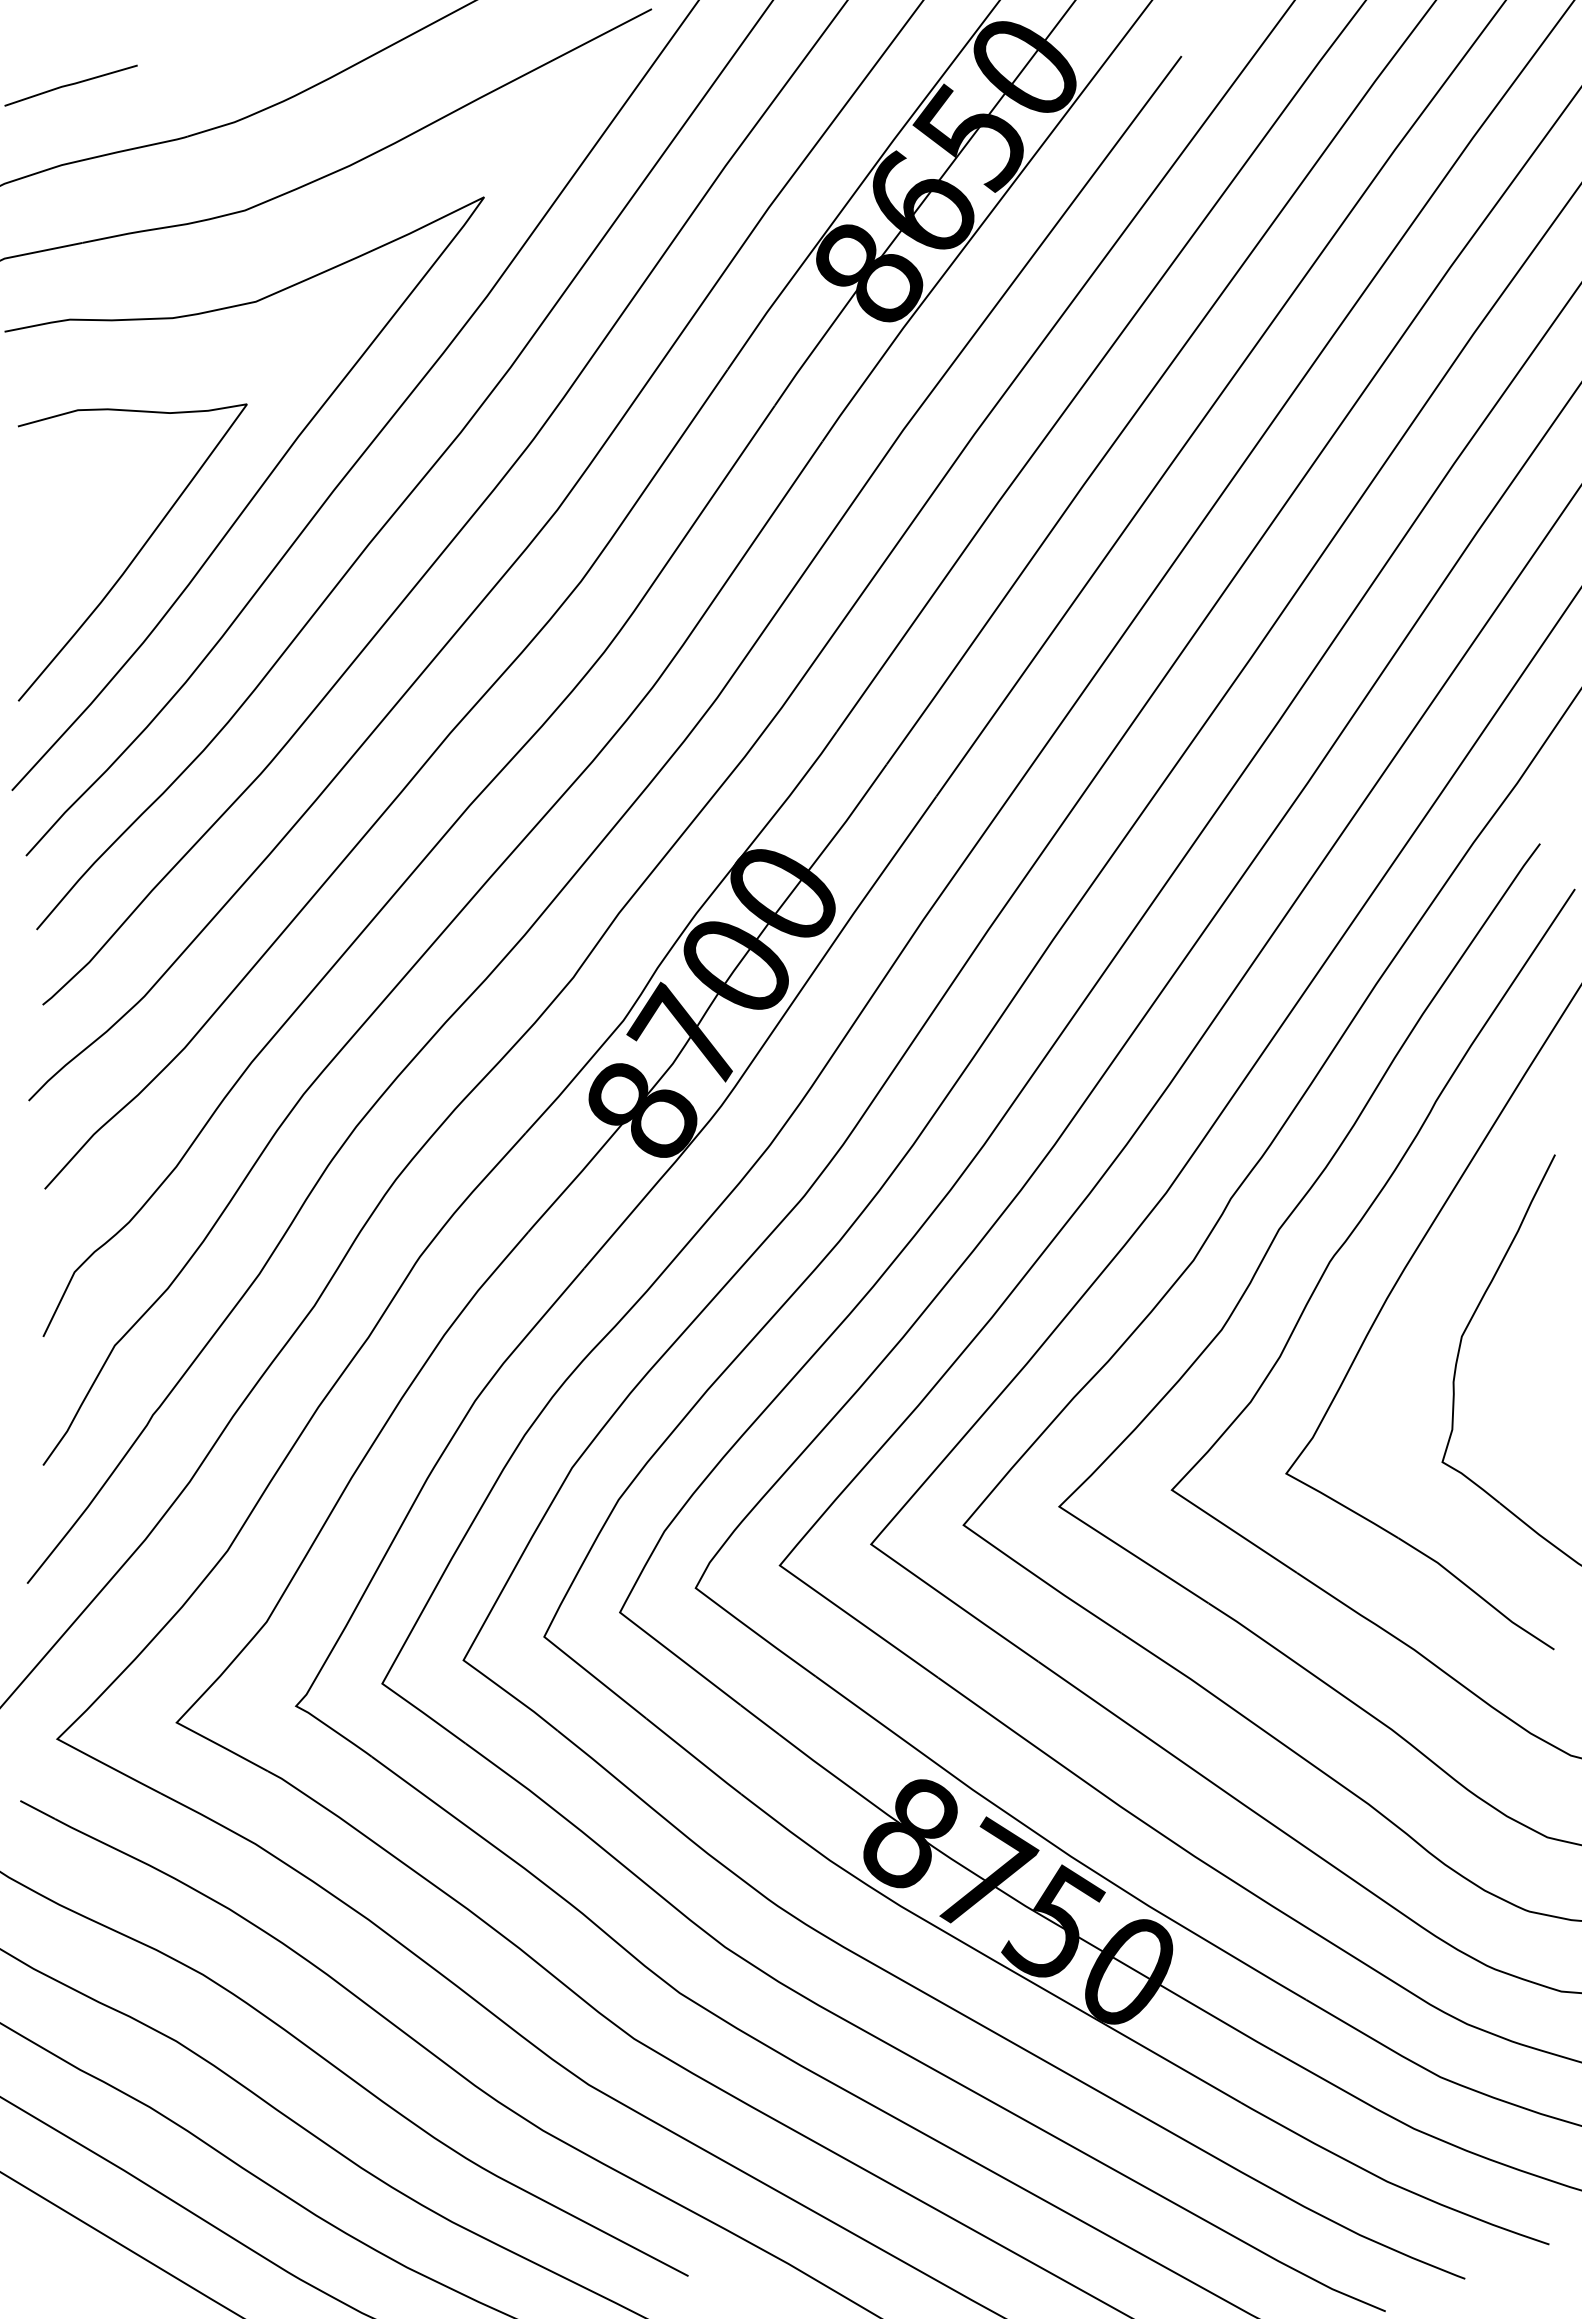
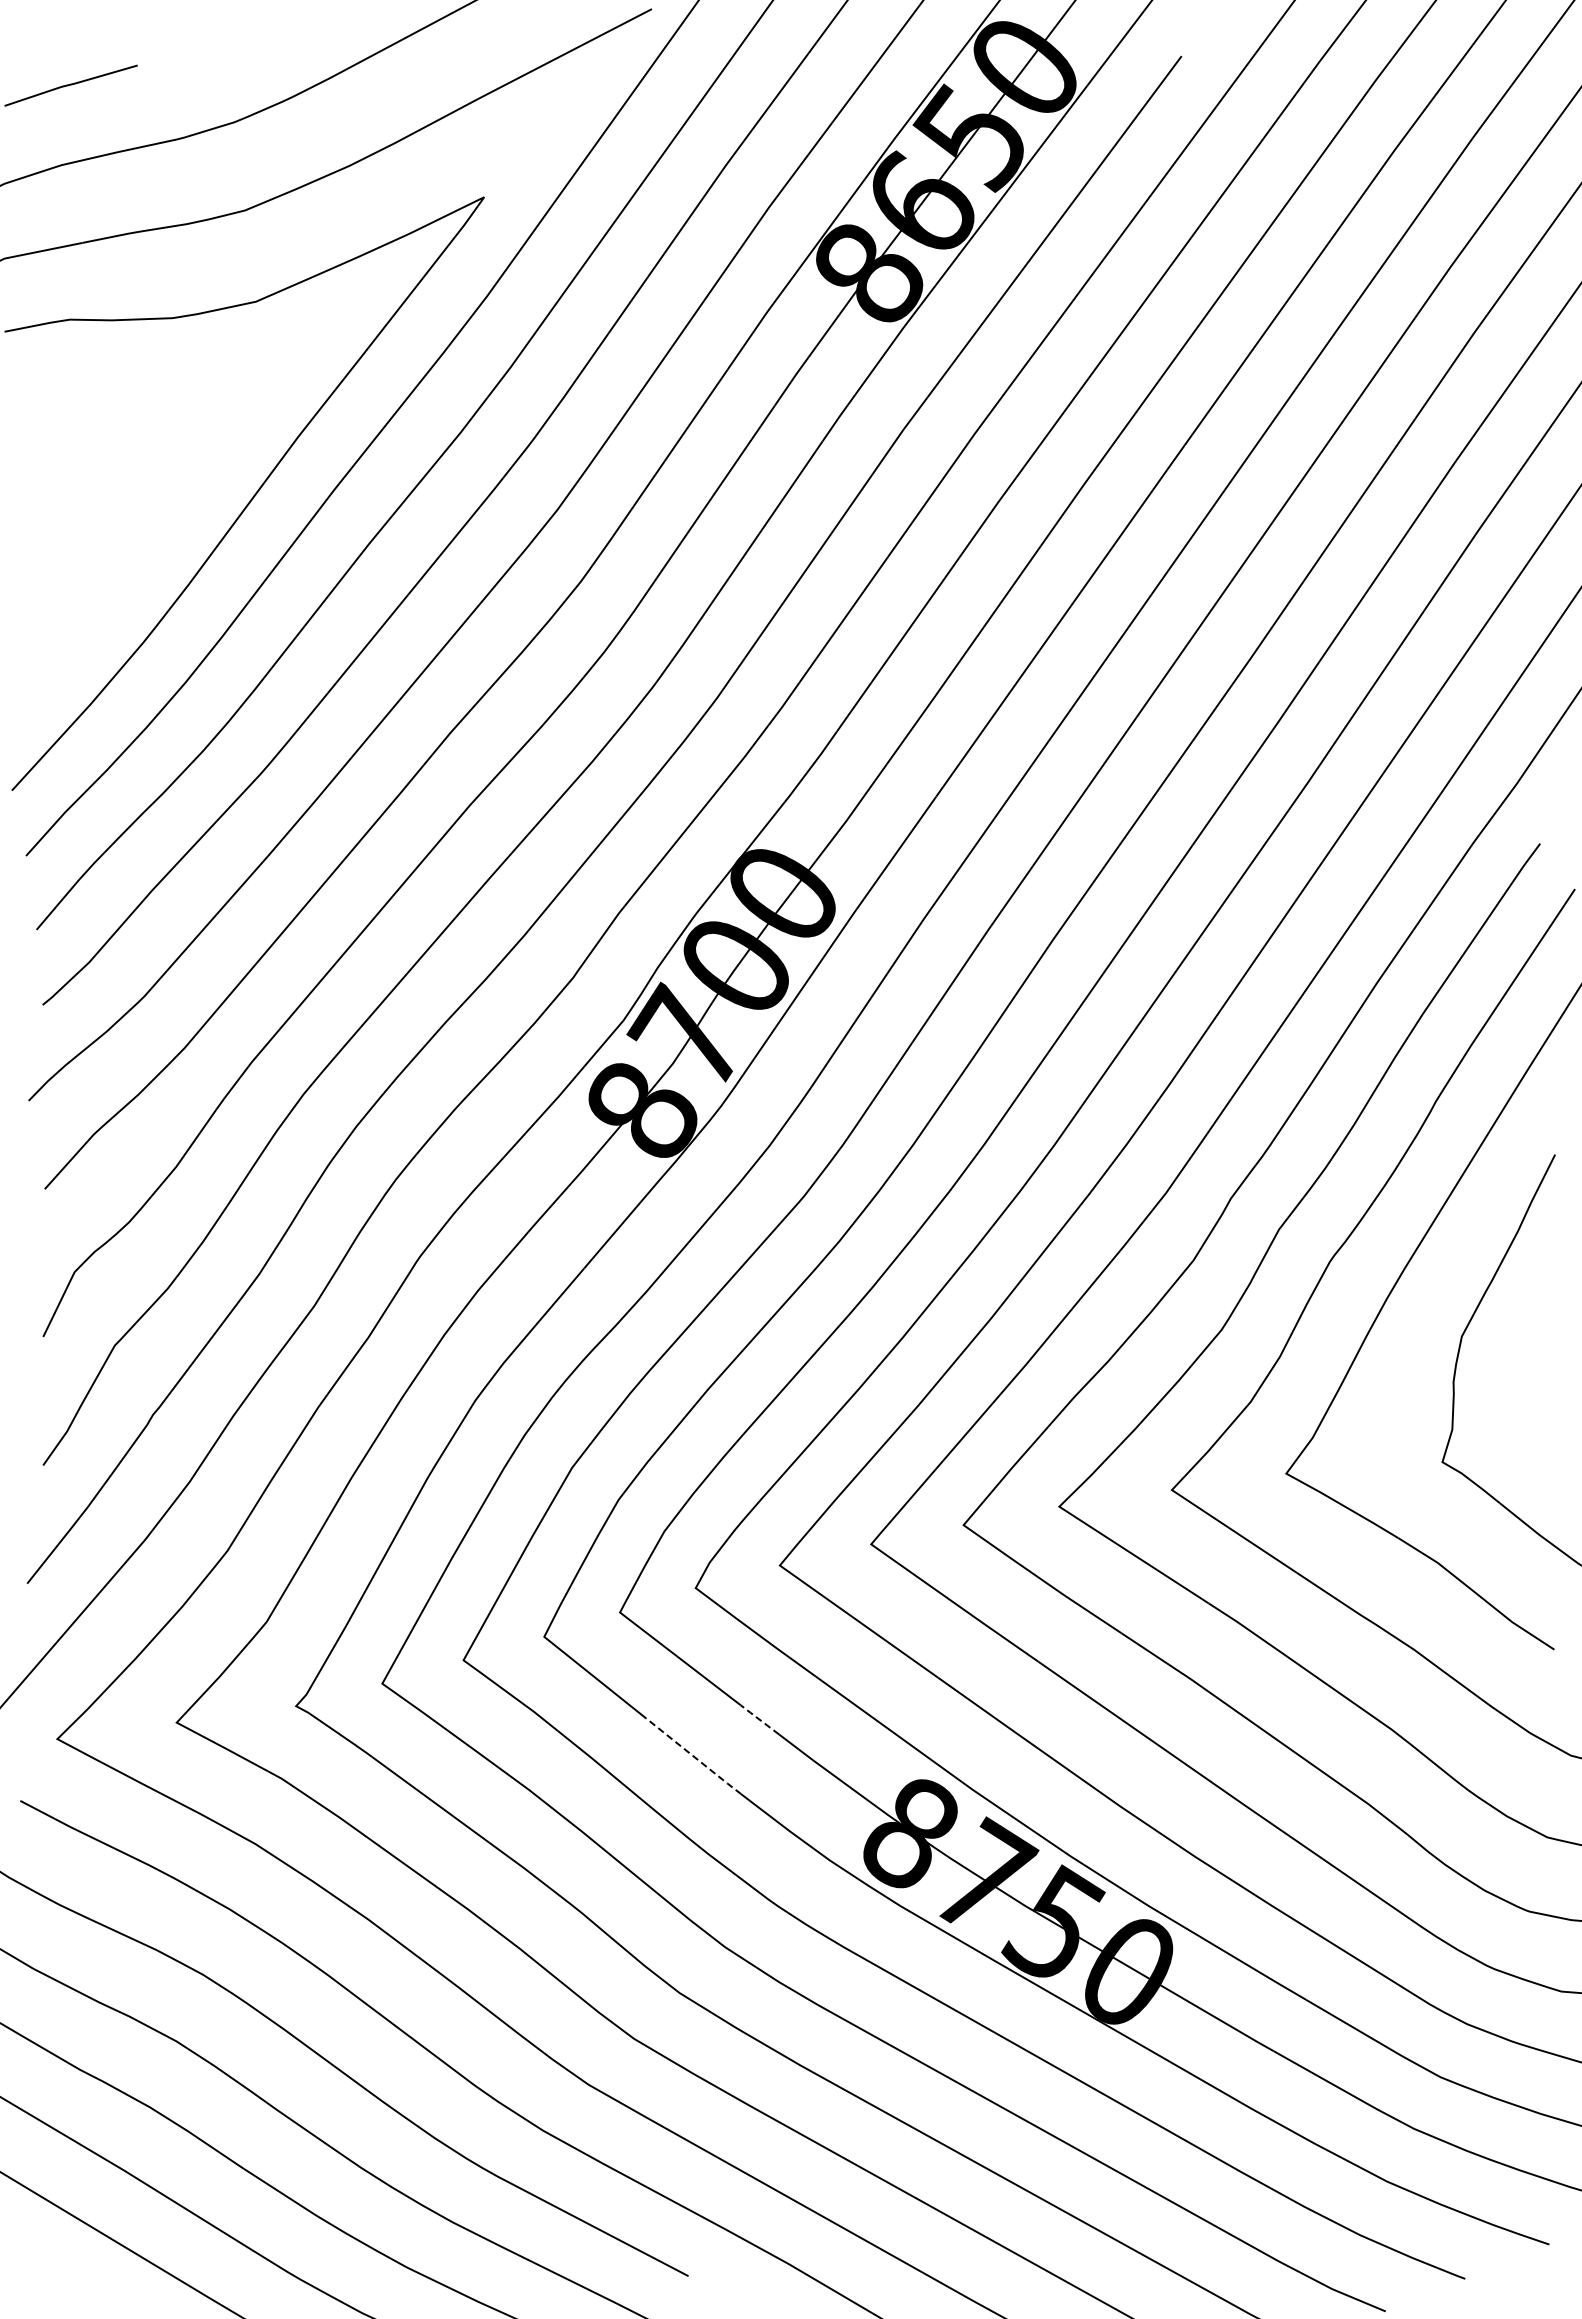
curve at (135, 555): present -> none
line at (758, 1719): solid -> dashed
line at (693, 1756): solid -> dashed
